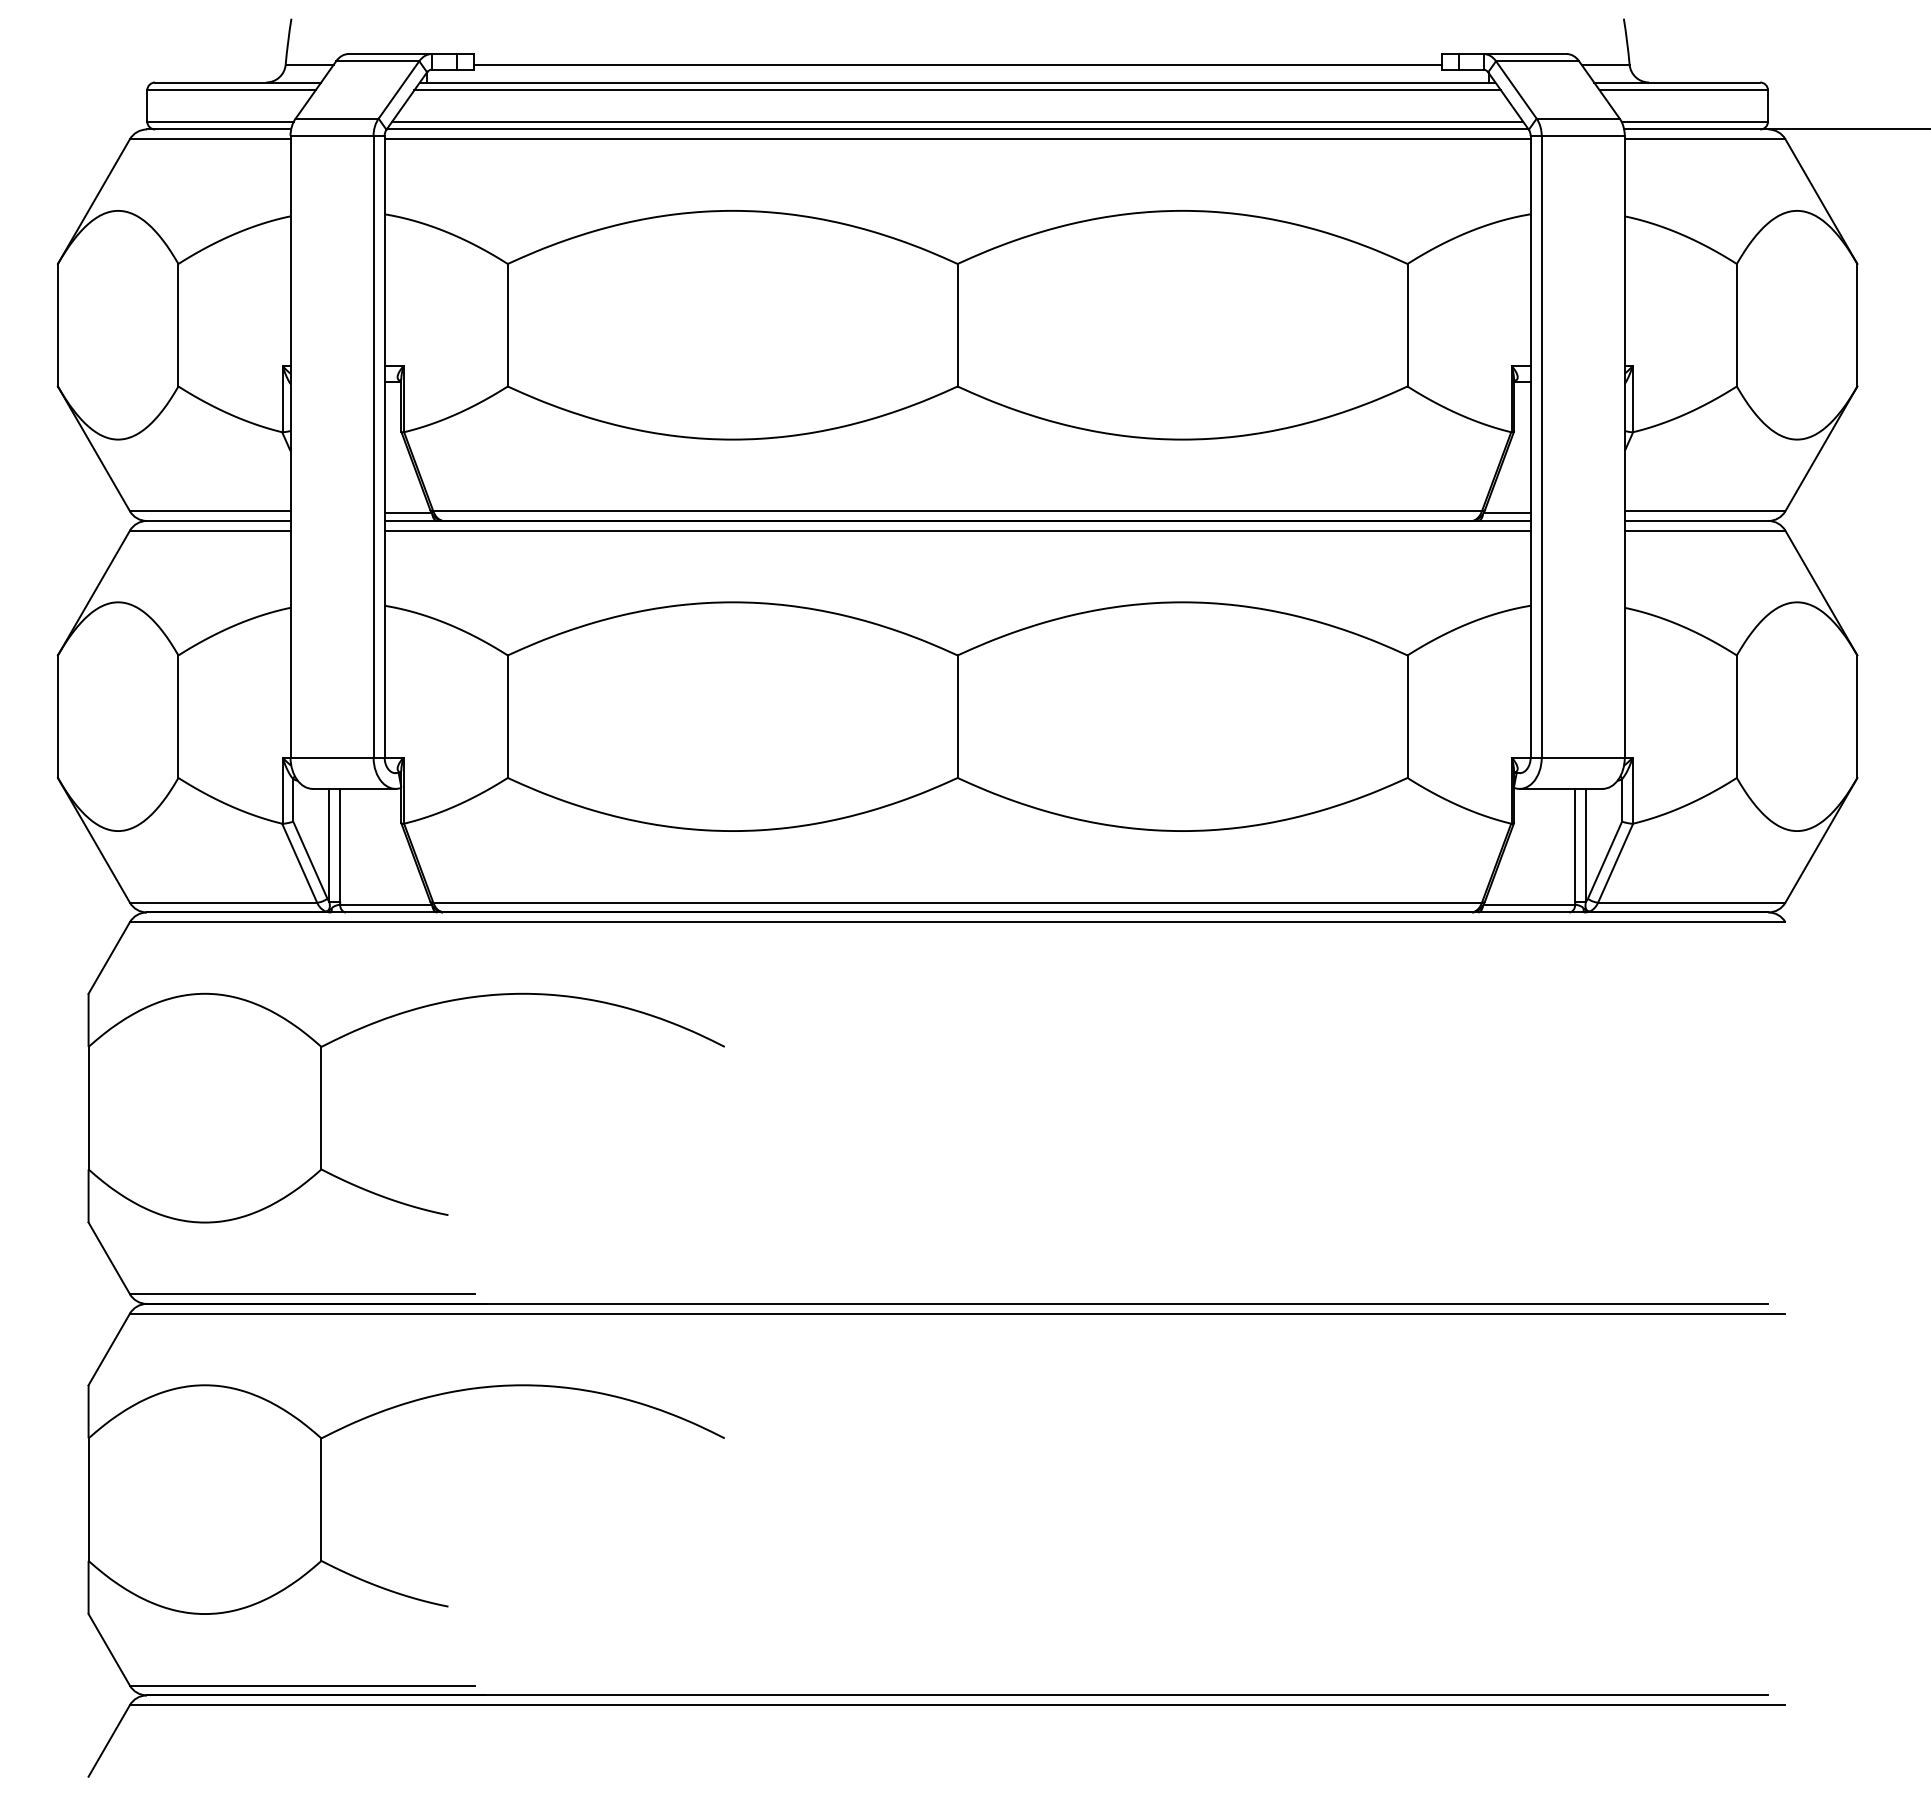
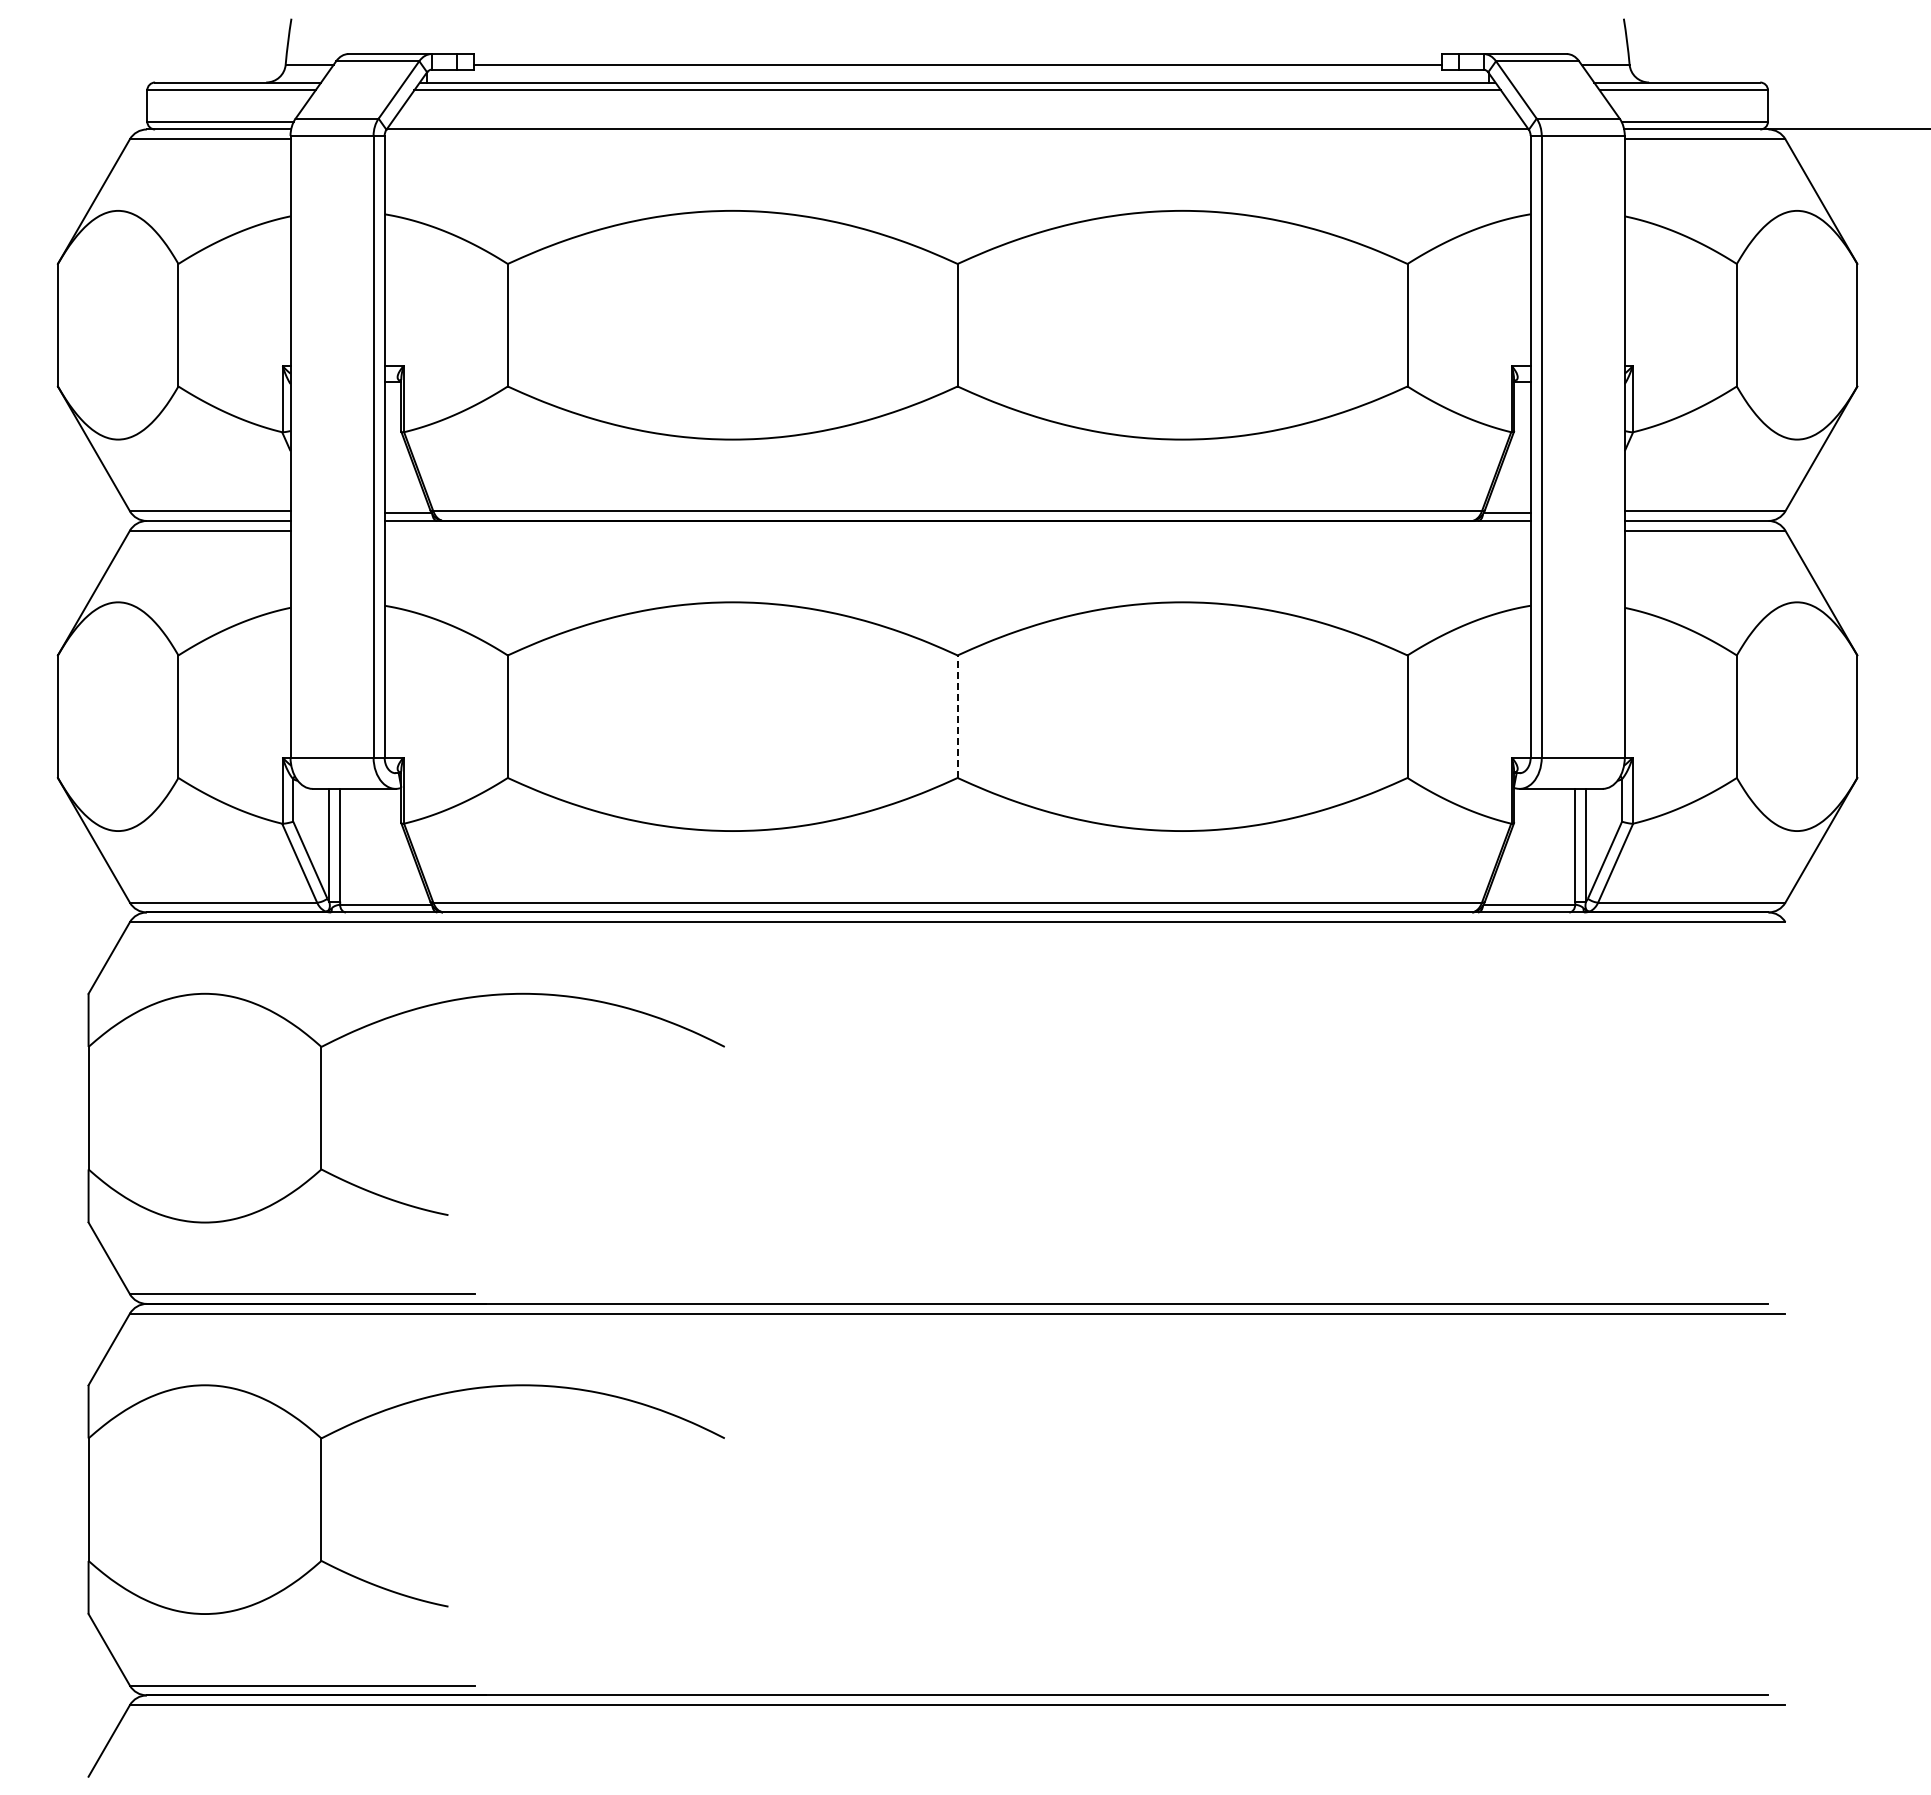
line at (957, 121): present -> none
line at (957, 139): present -> none
line at (957, 530): present -> none
line at (957, 716): solid -> dashed
